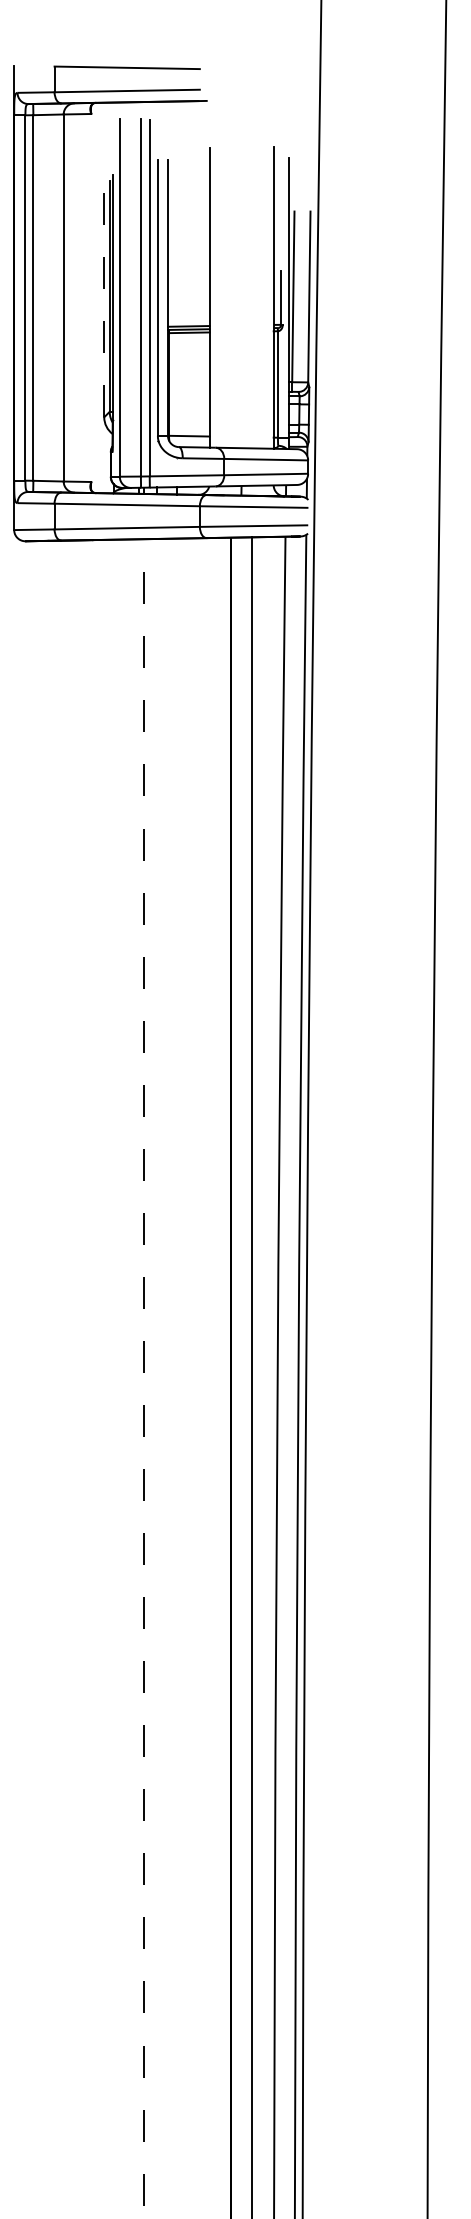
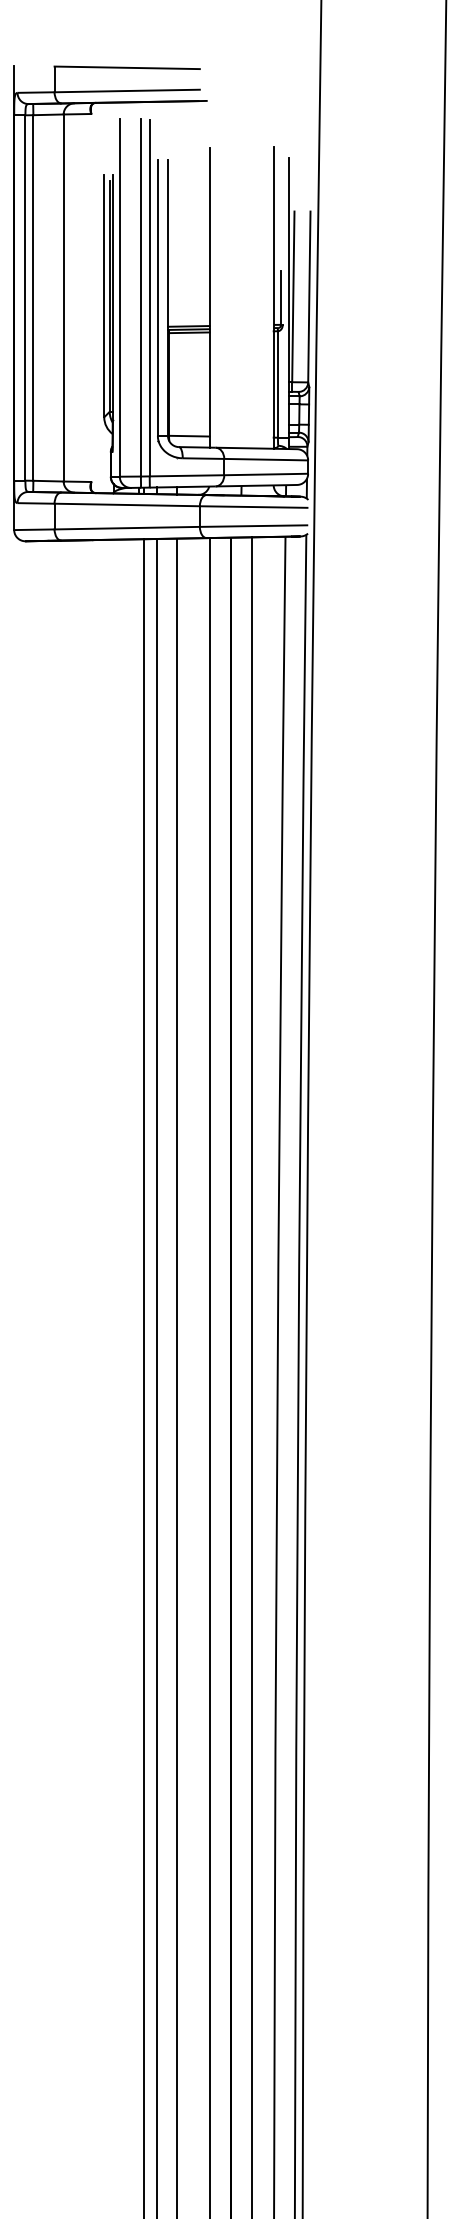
line at (104, 296): dashed -> solid
line at (156, 1376): none -> present
line at (177, 1376): none -> present
line at (210, 1376): none -> present
line at (144, 1378): dashed -> solid
